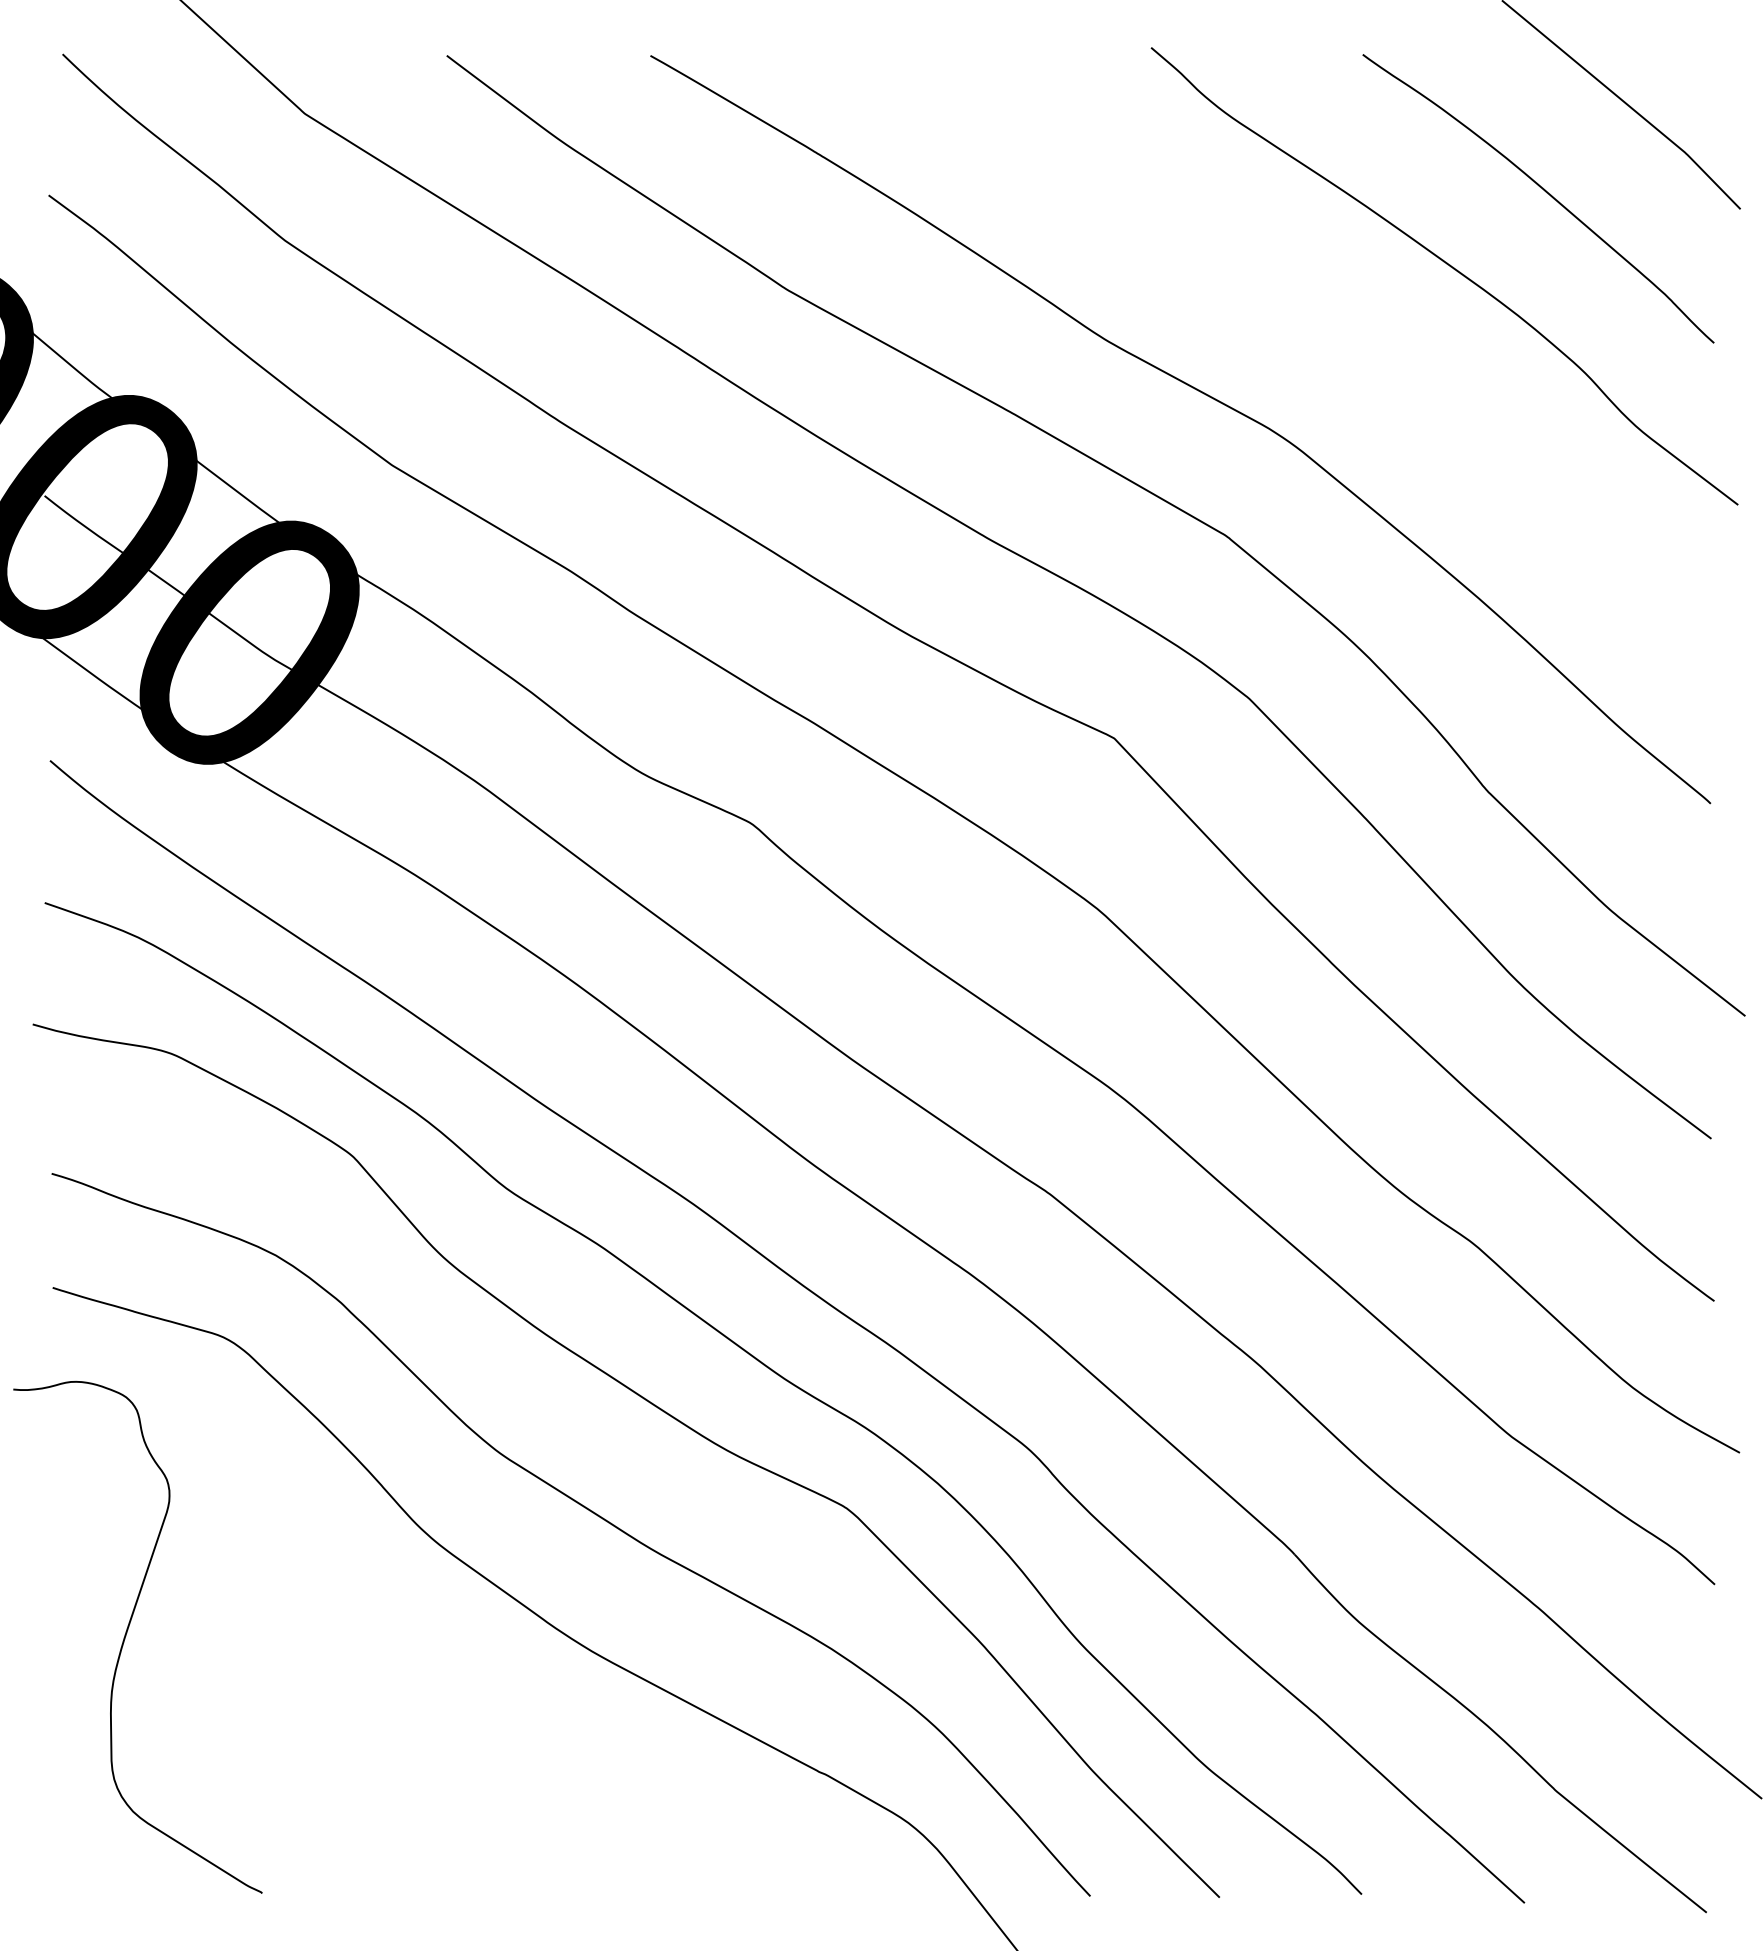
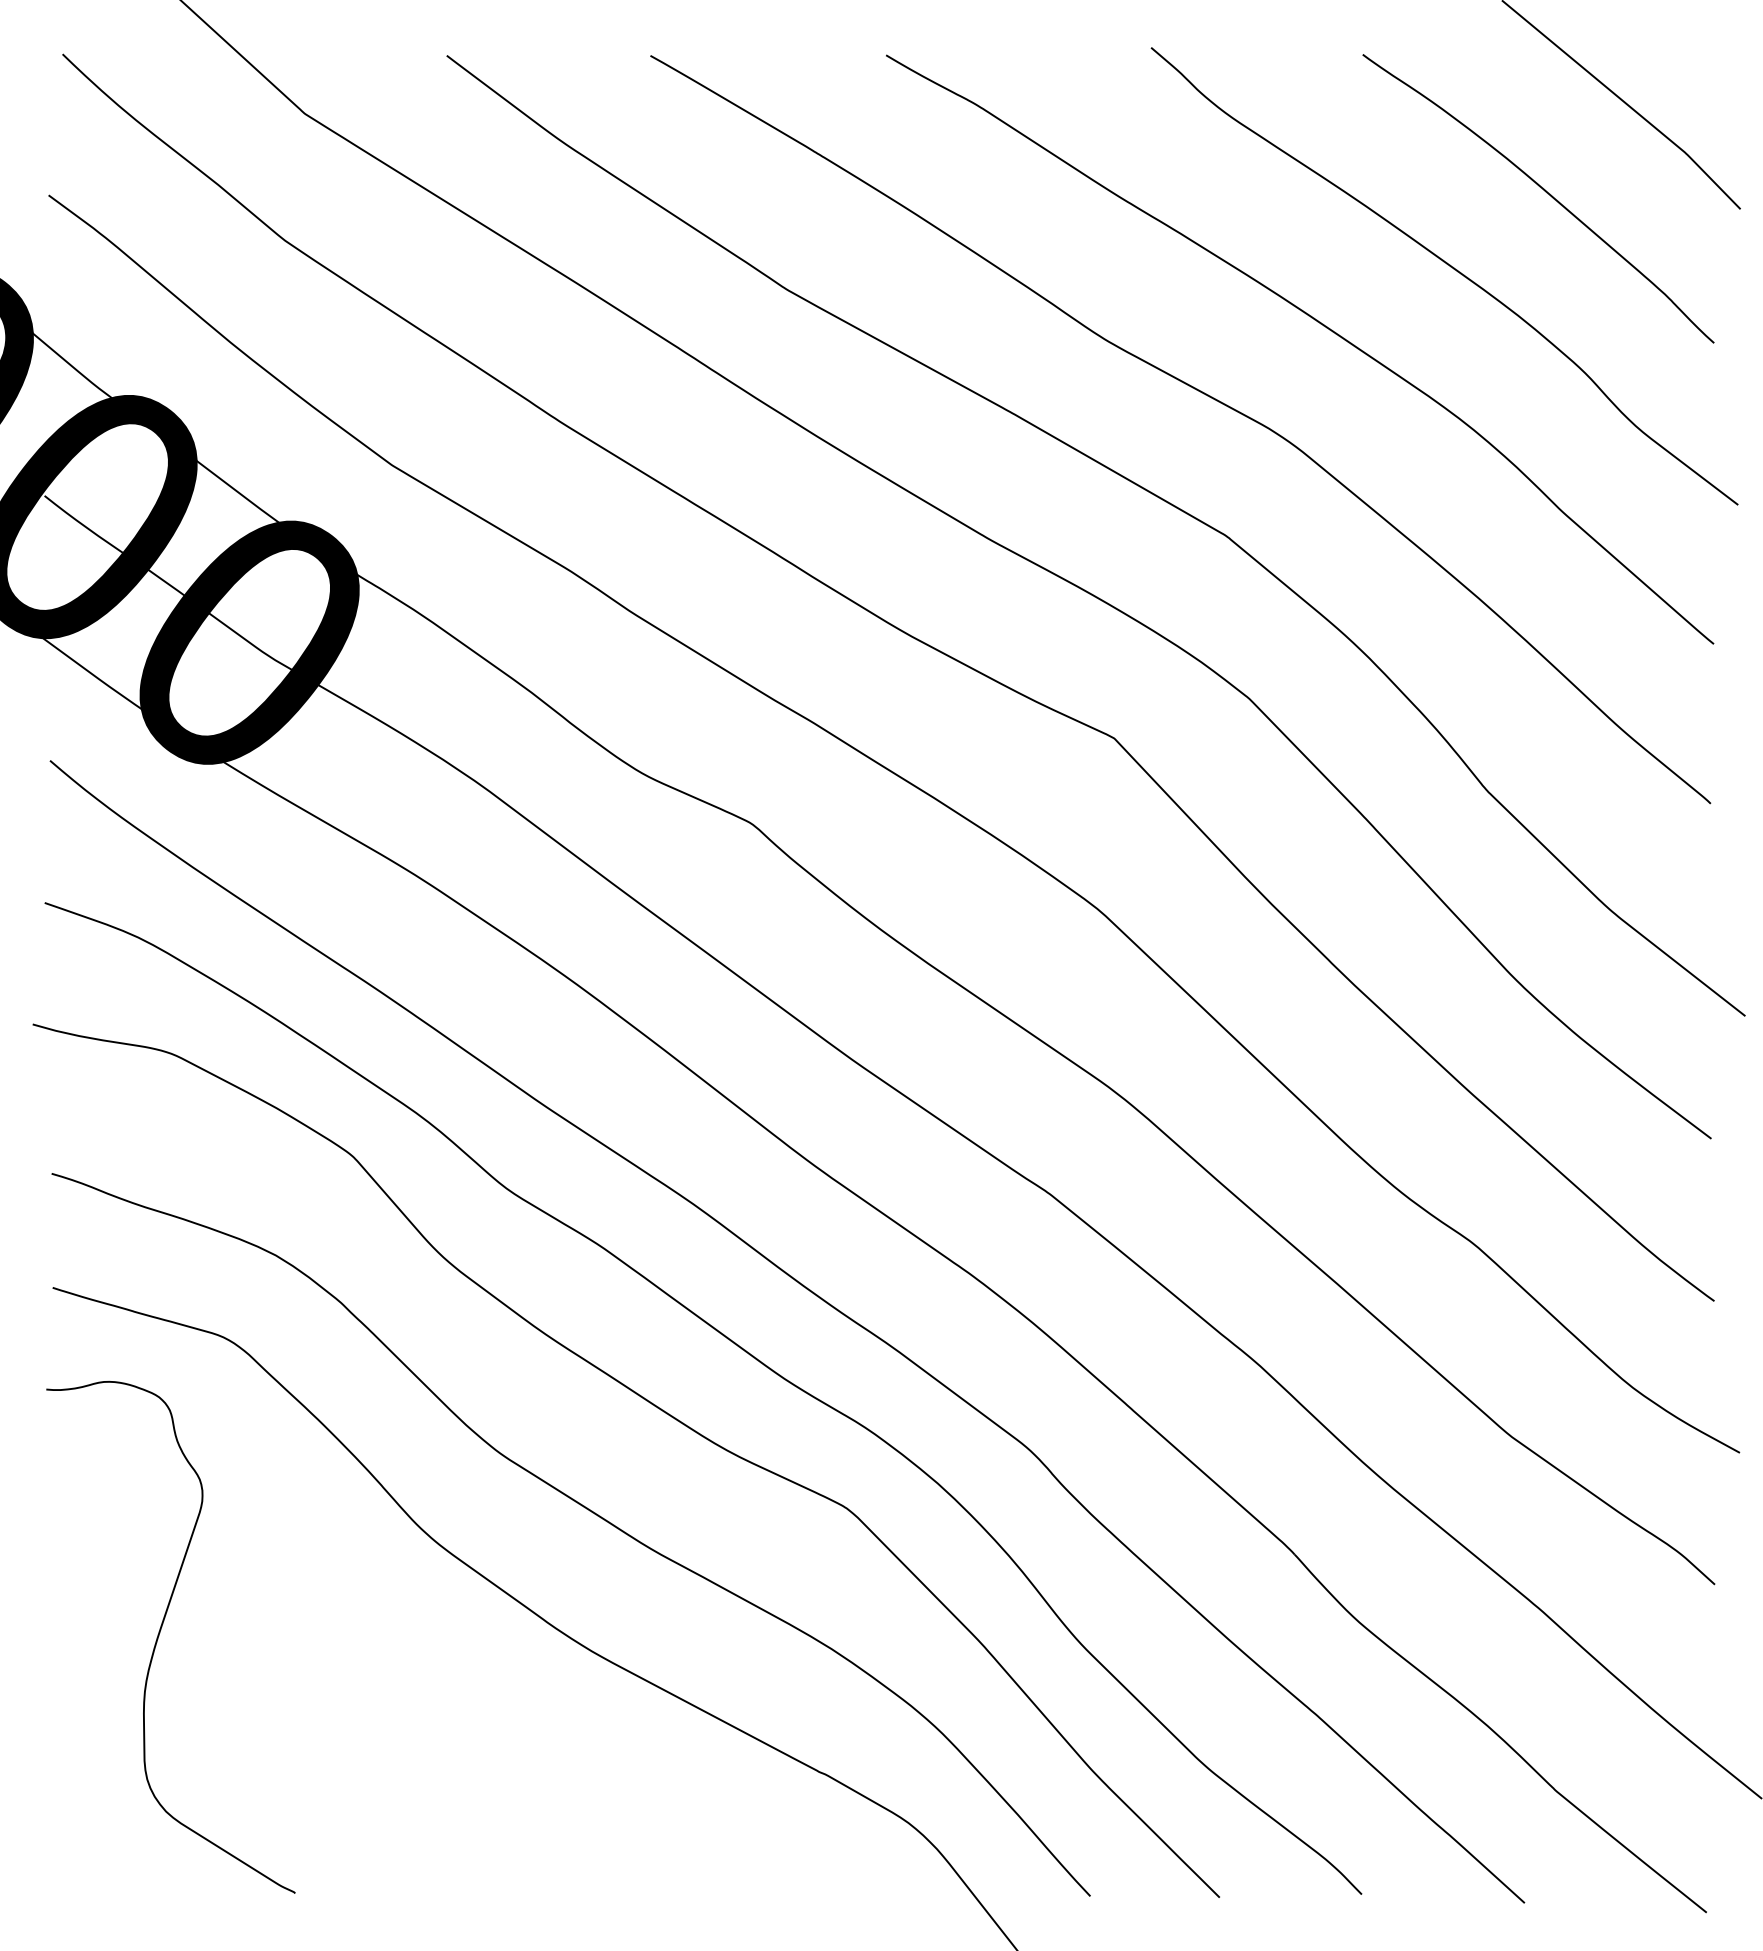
curve at (1317, 322): none -> present
curve at (127, 1633) position: (127, 1633) -> (160, 1633)
